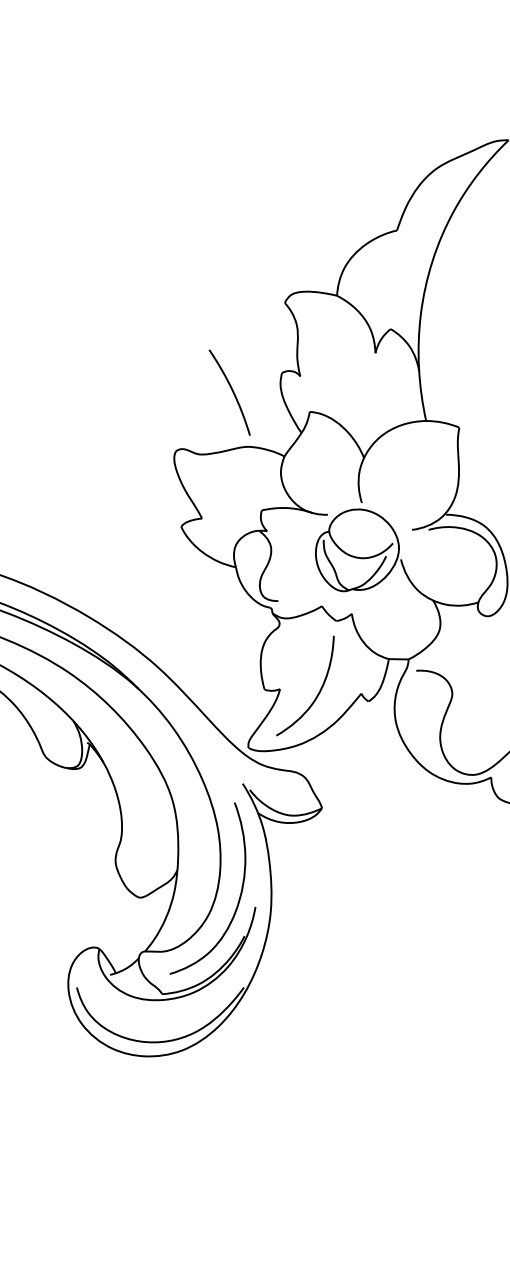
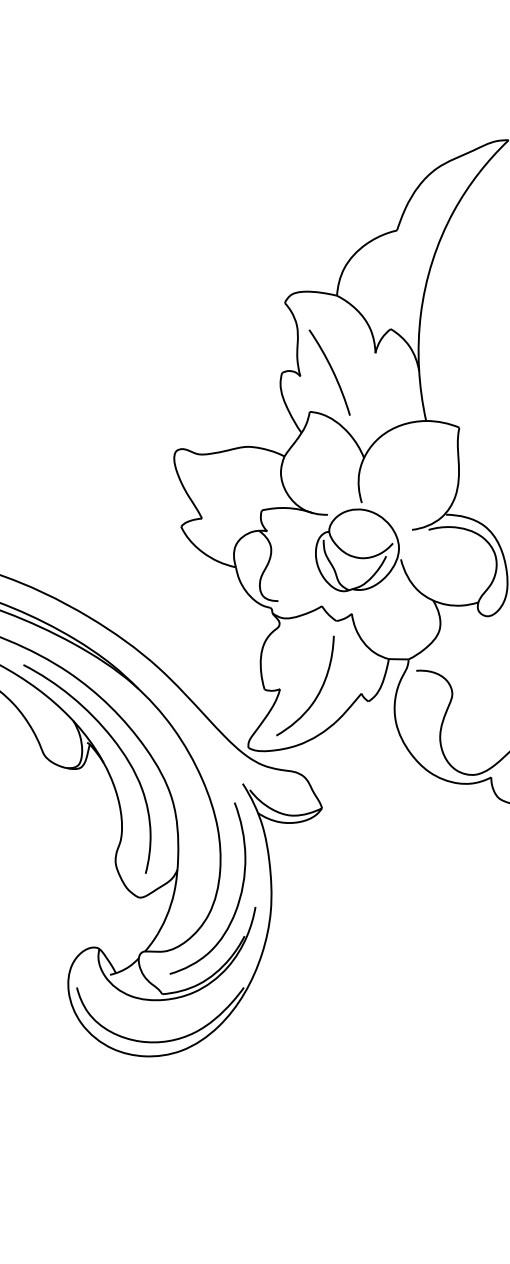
curve at (231, 390) position: (231, 390) -> (331, 370)
curve at (118, 748): none -> present
